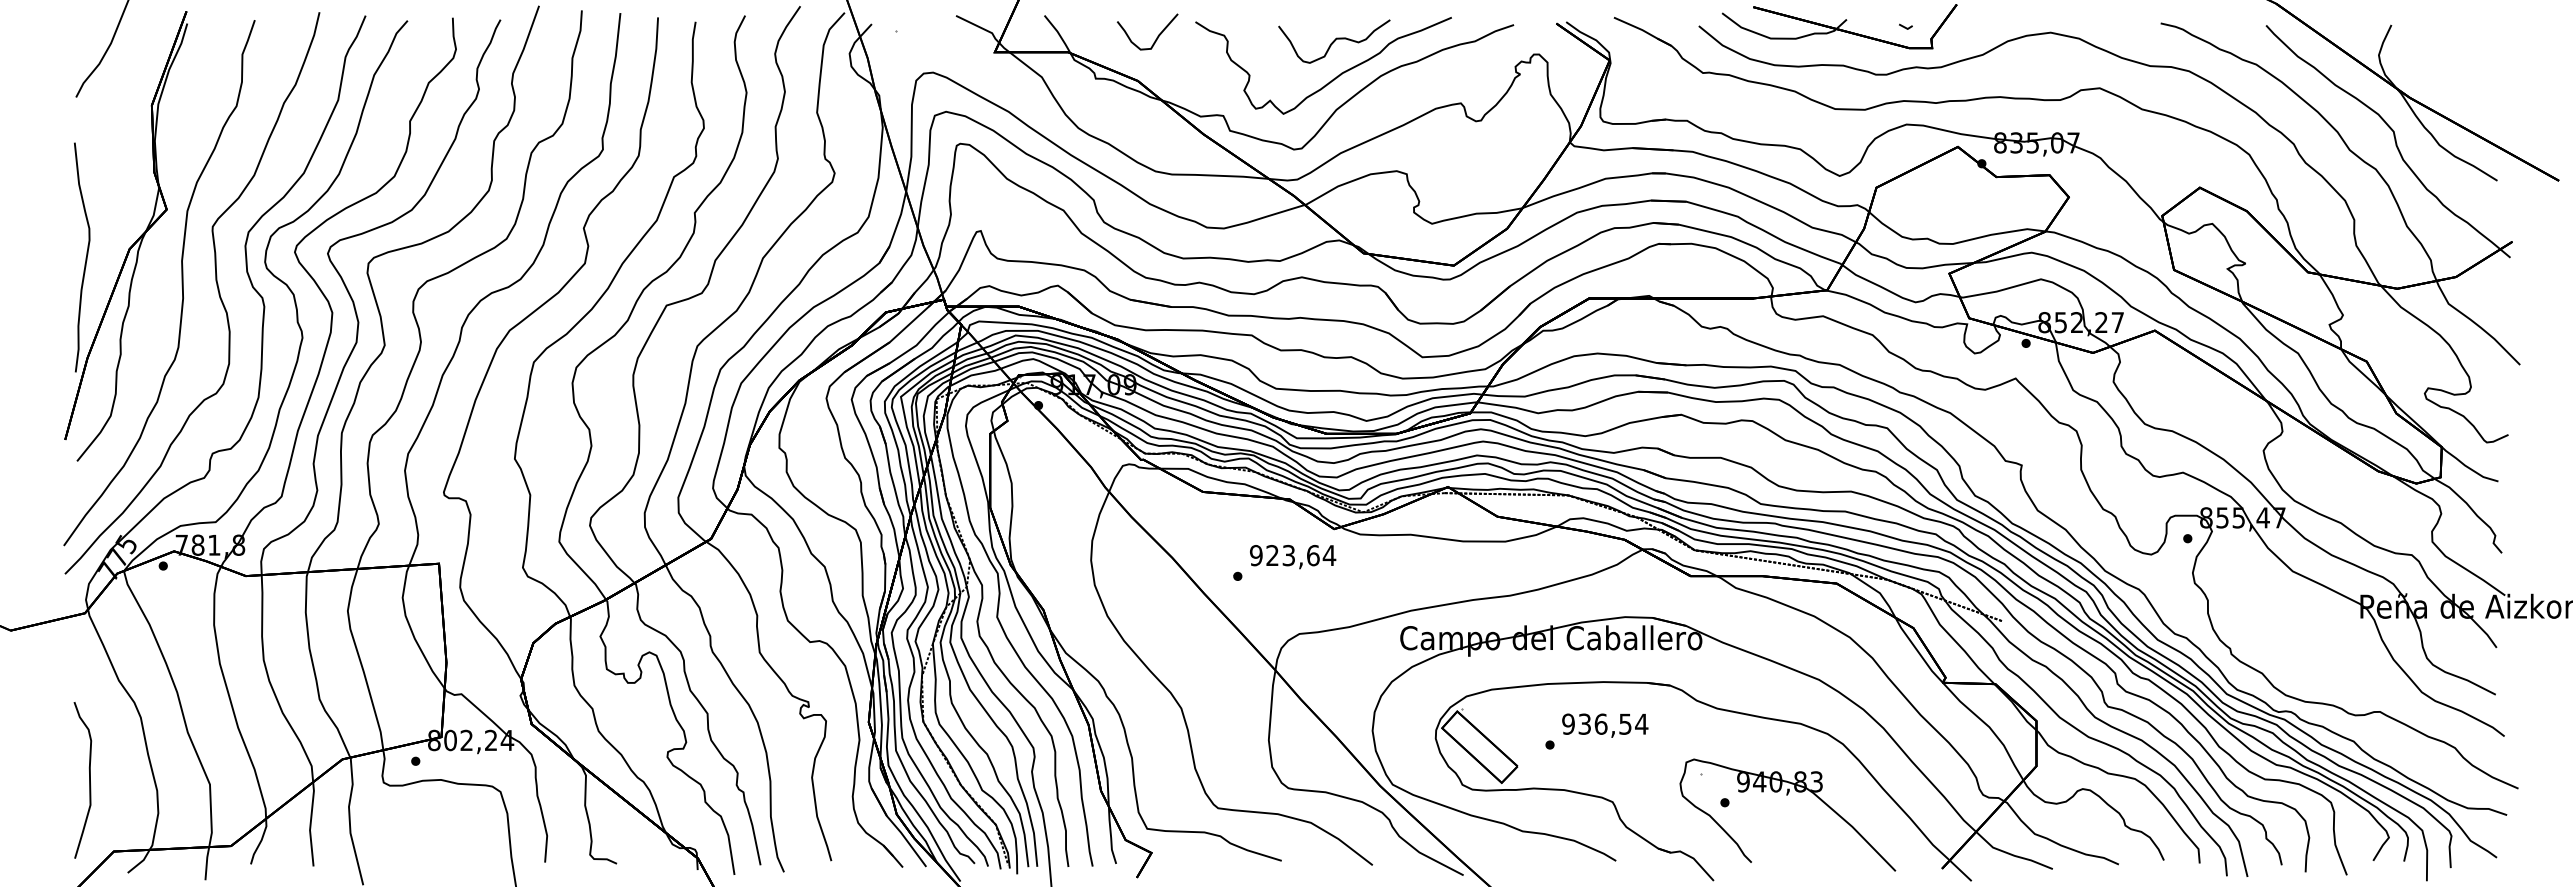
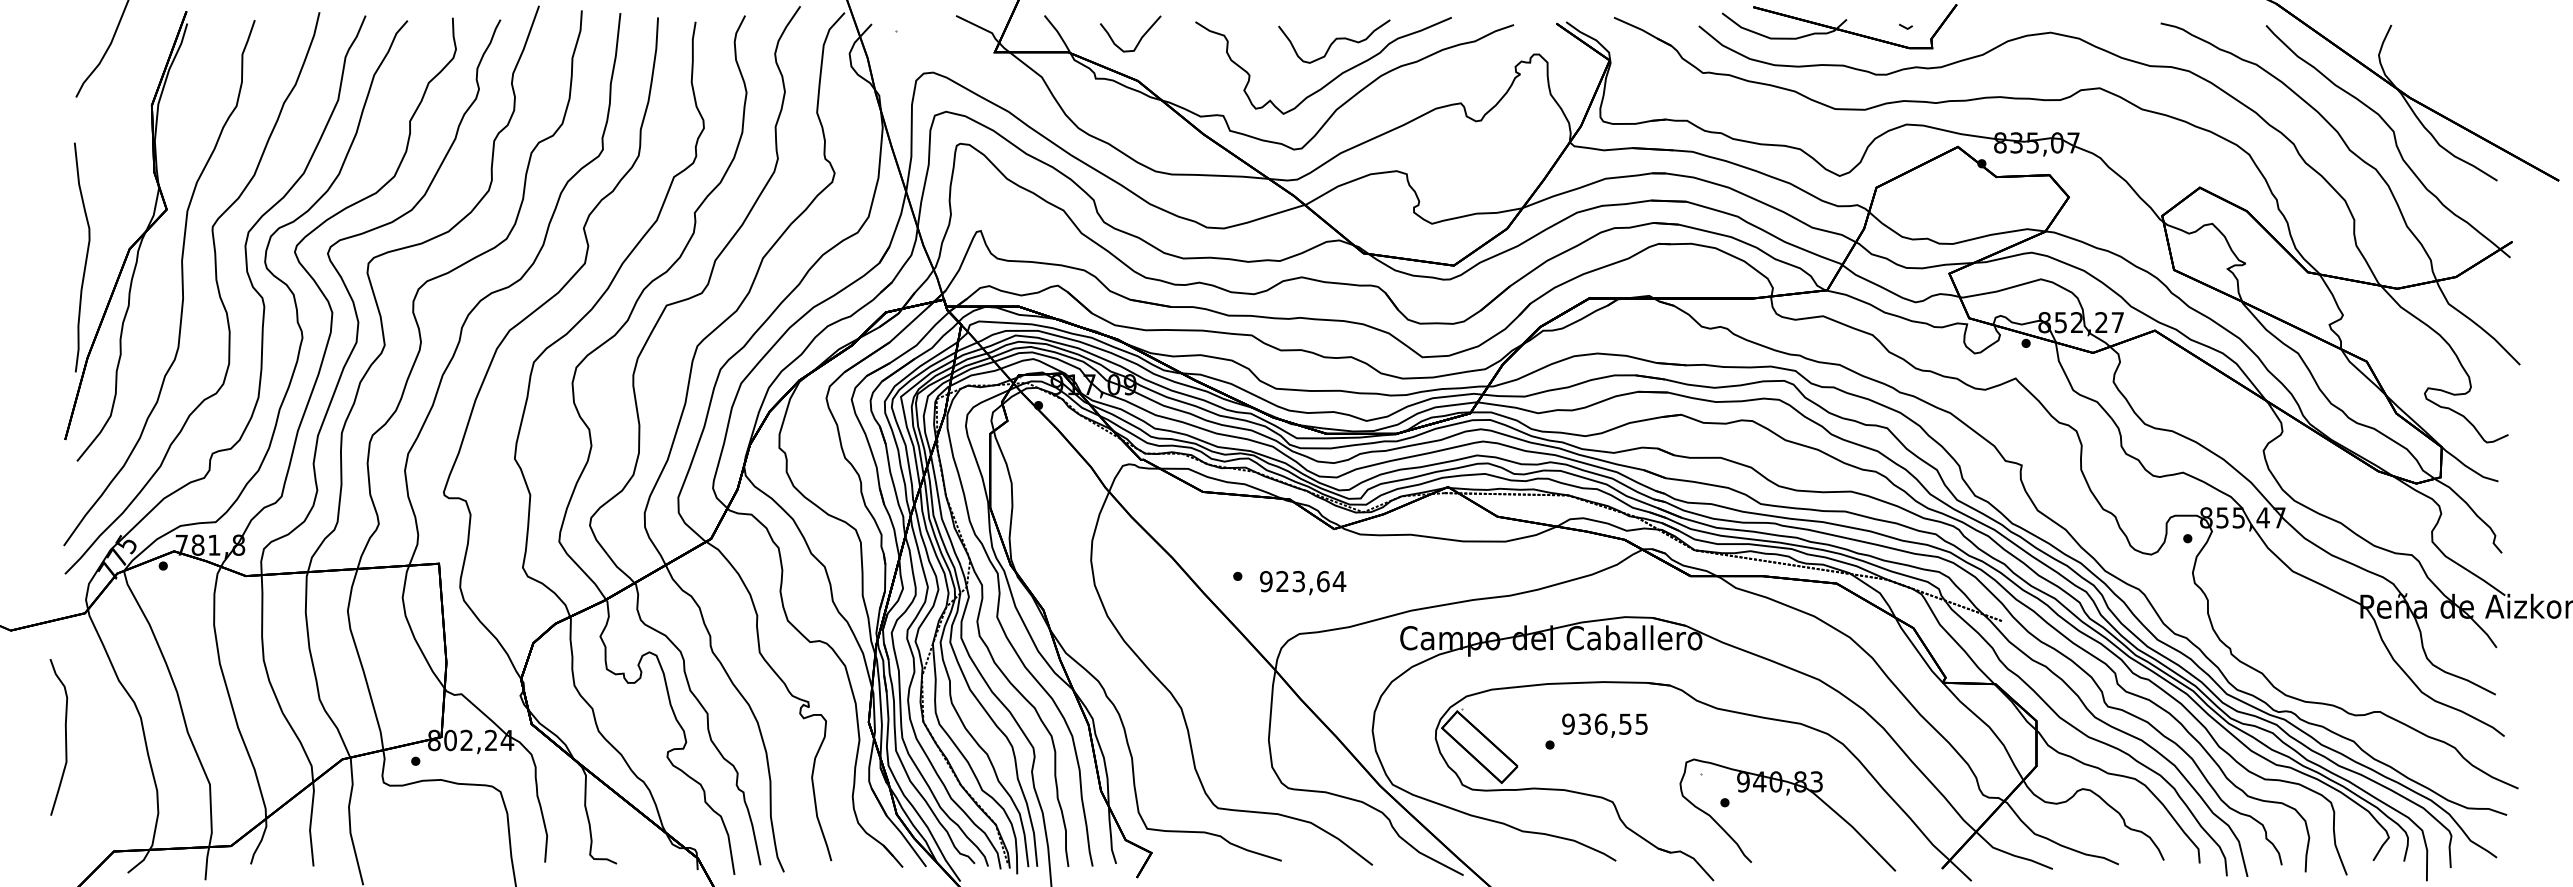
curve at (1156, 37) position: (1156, 37) -> (1139, 39)
text at (1293, 557) position: (1293, 557) -> (1303, 583)
text at (1641, 723): 936,54 -> 936,55
curve at (89, 780) position: (89, 780) -> (65, 737)
